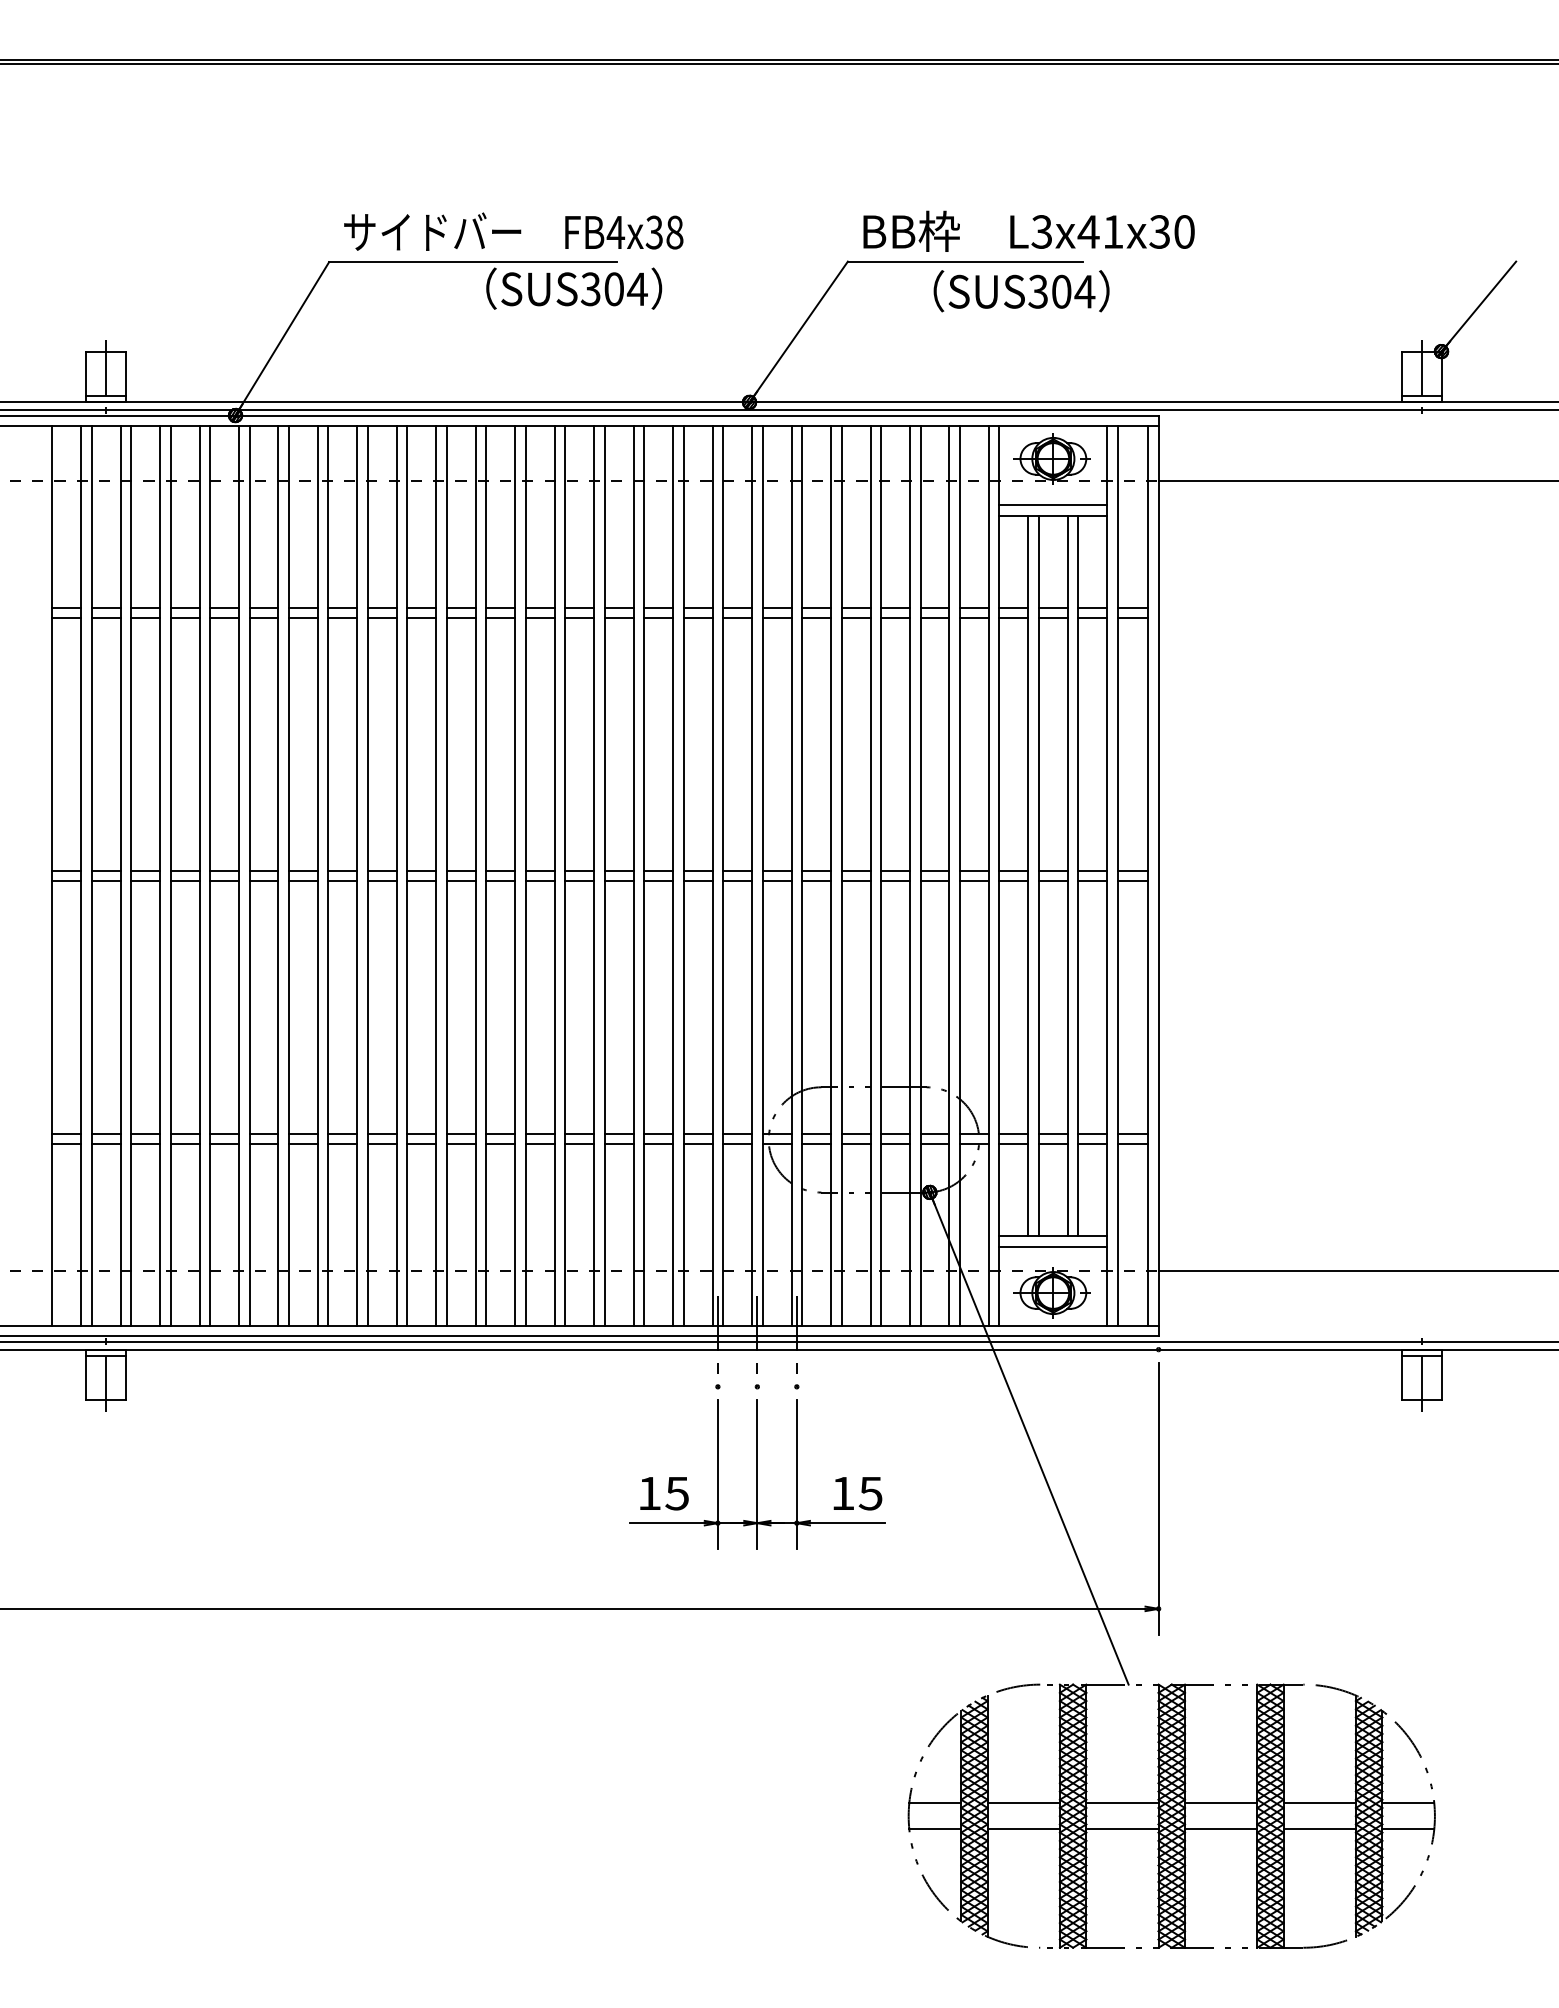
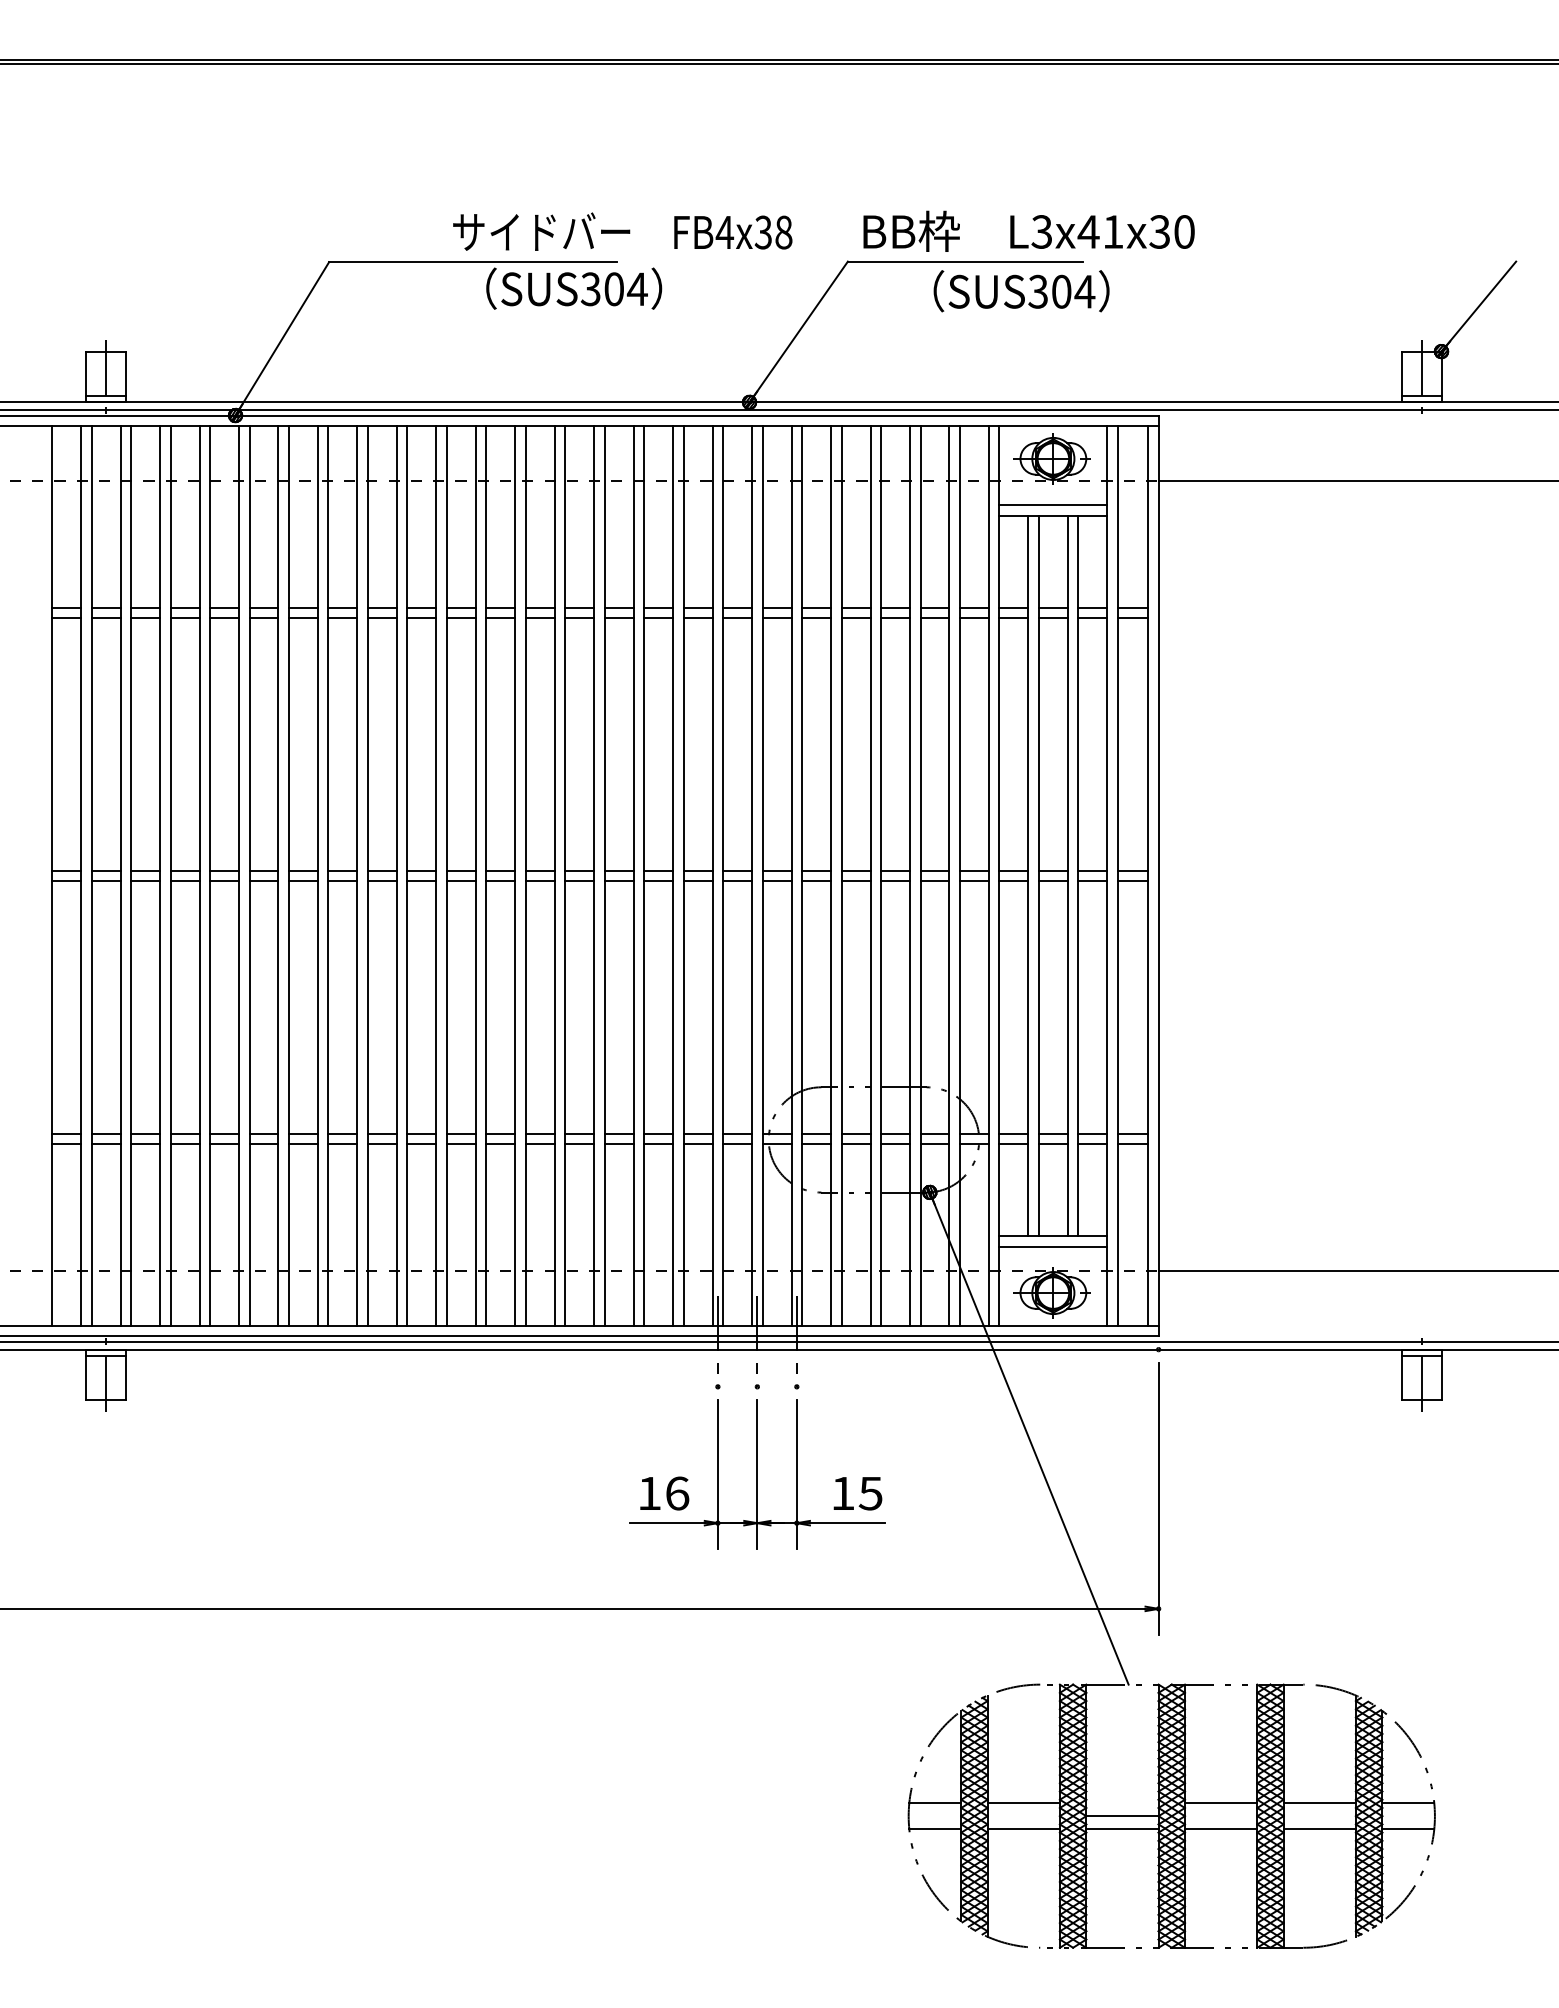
text at (513, 231) position: (513, 231) -> (622, 231)
text at (677, 1493): 15 -> 16
line at (1122, 1803) position: (1122, 1803) -> (1122, 1816)
